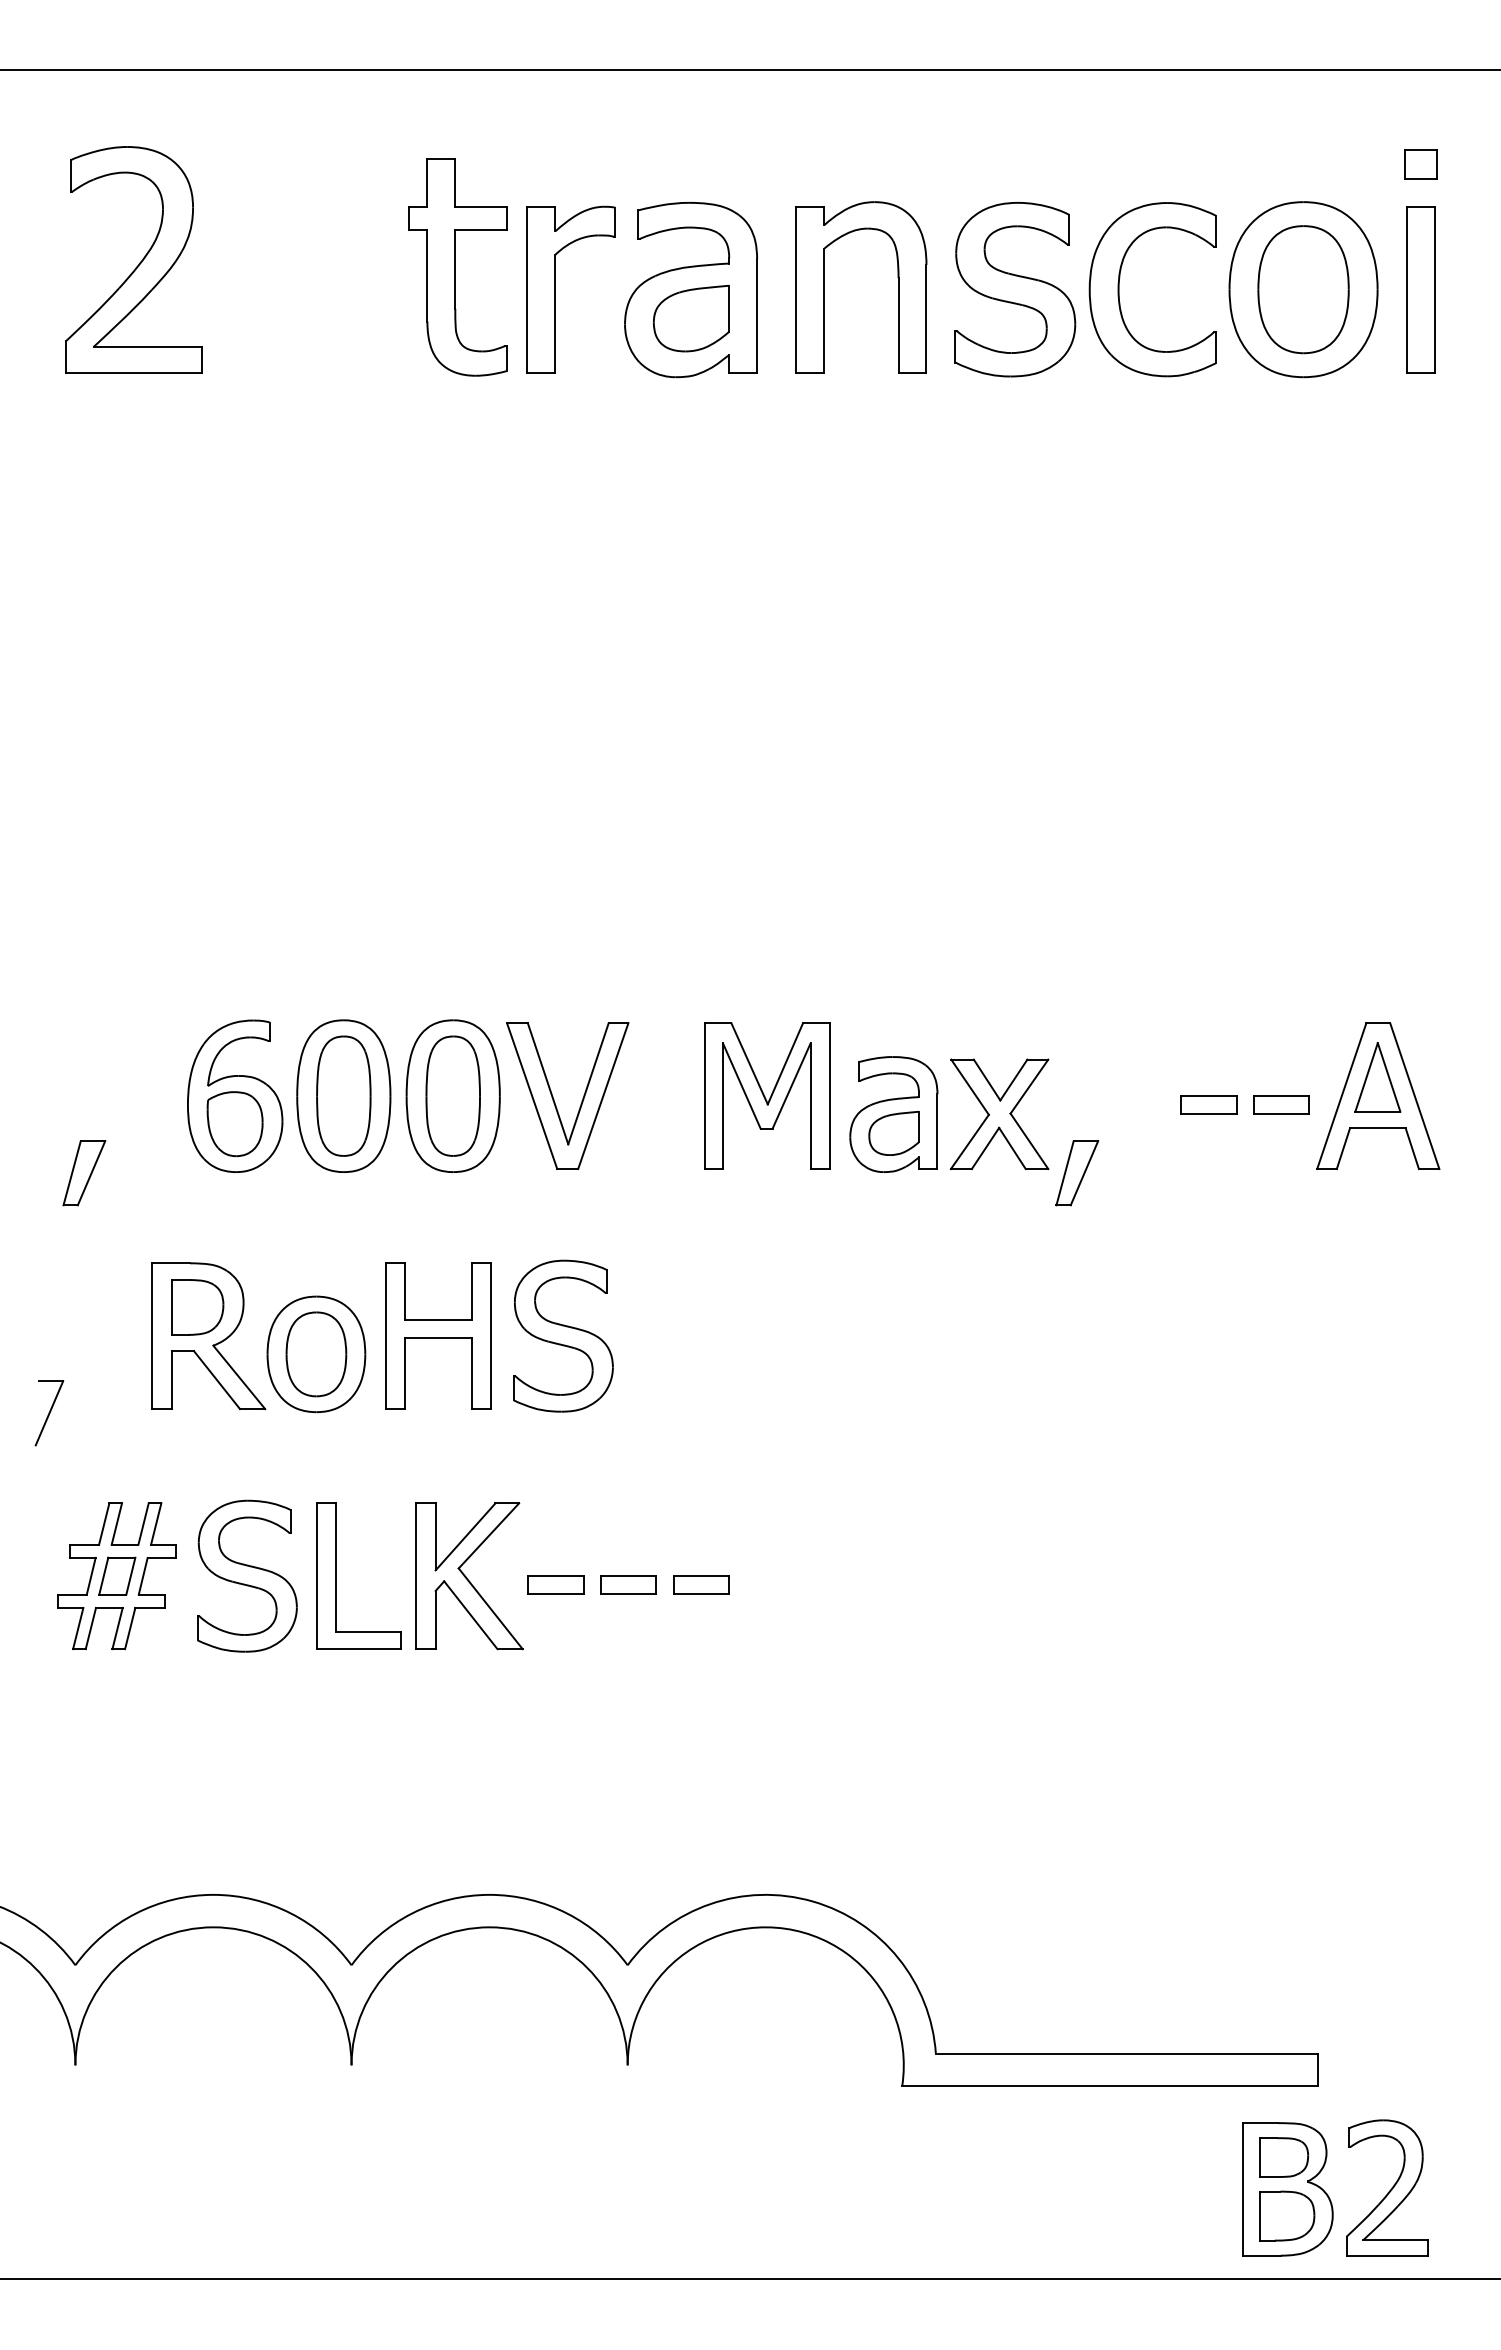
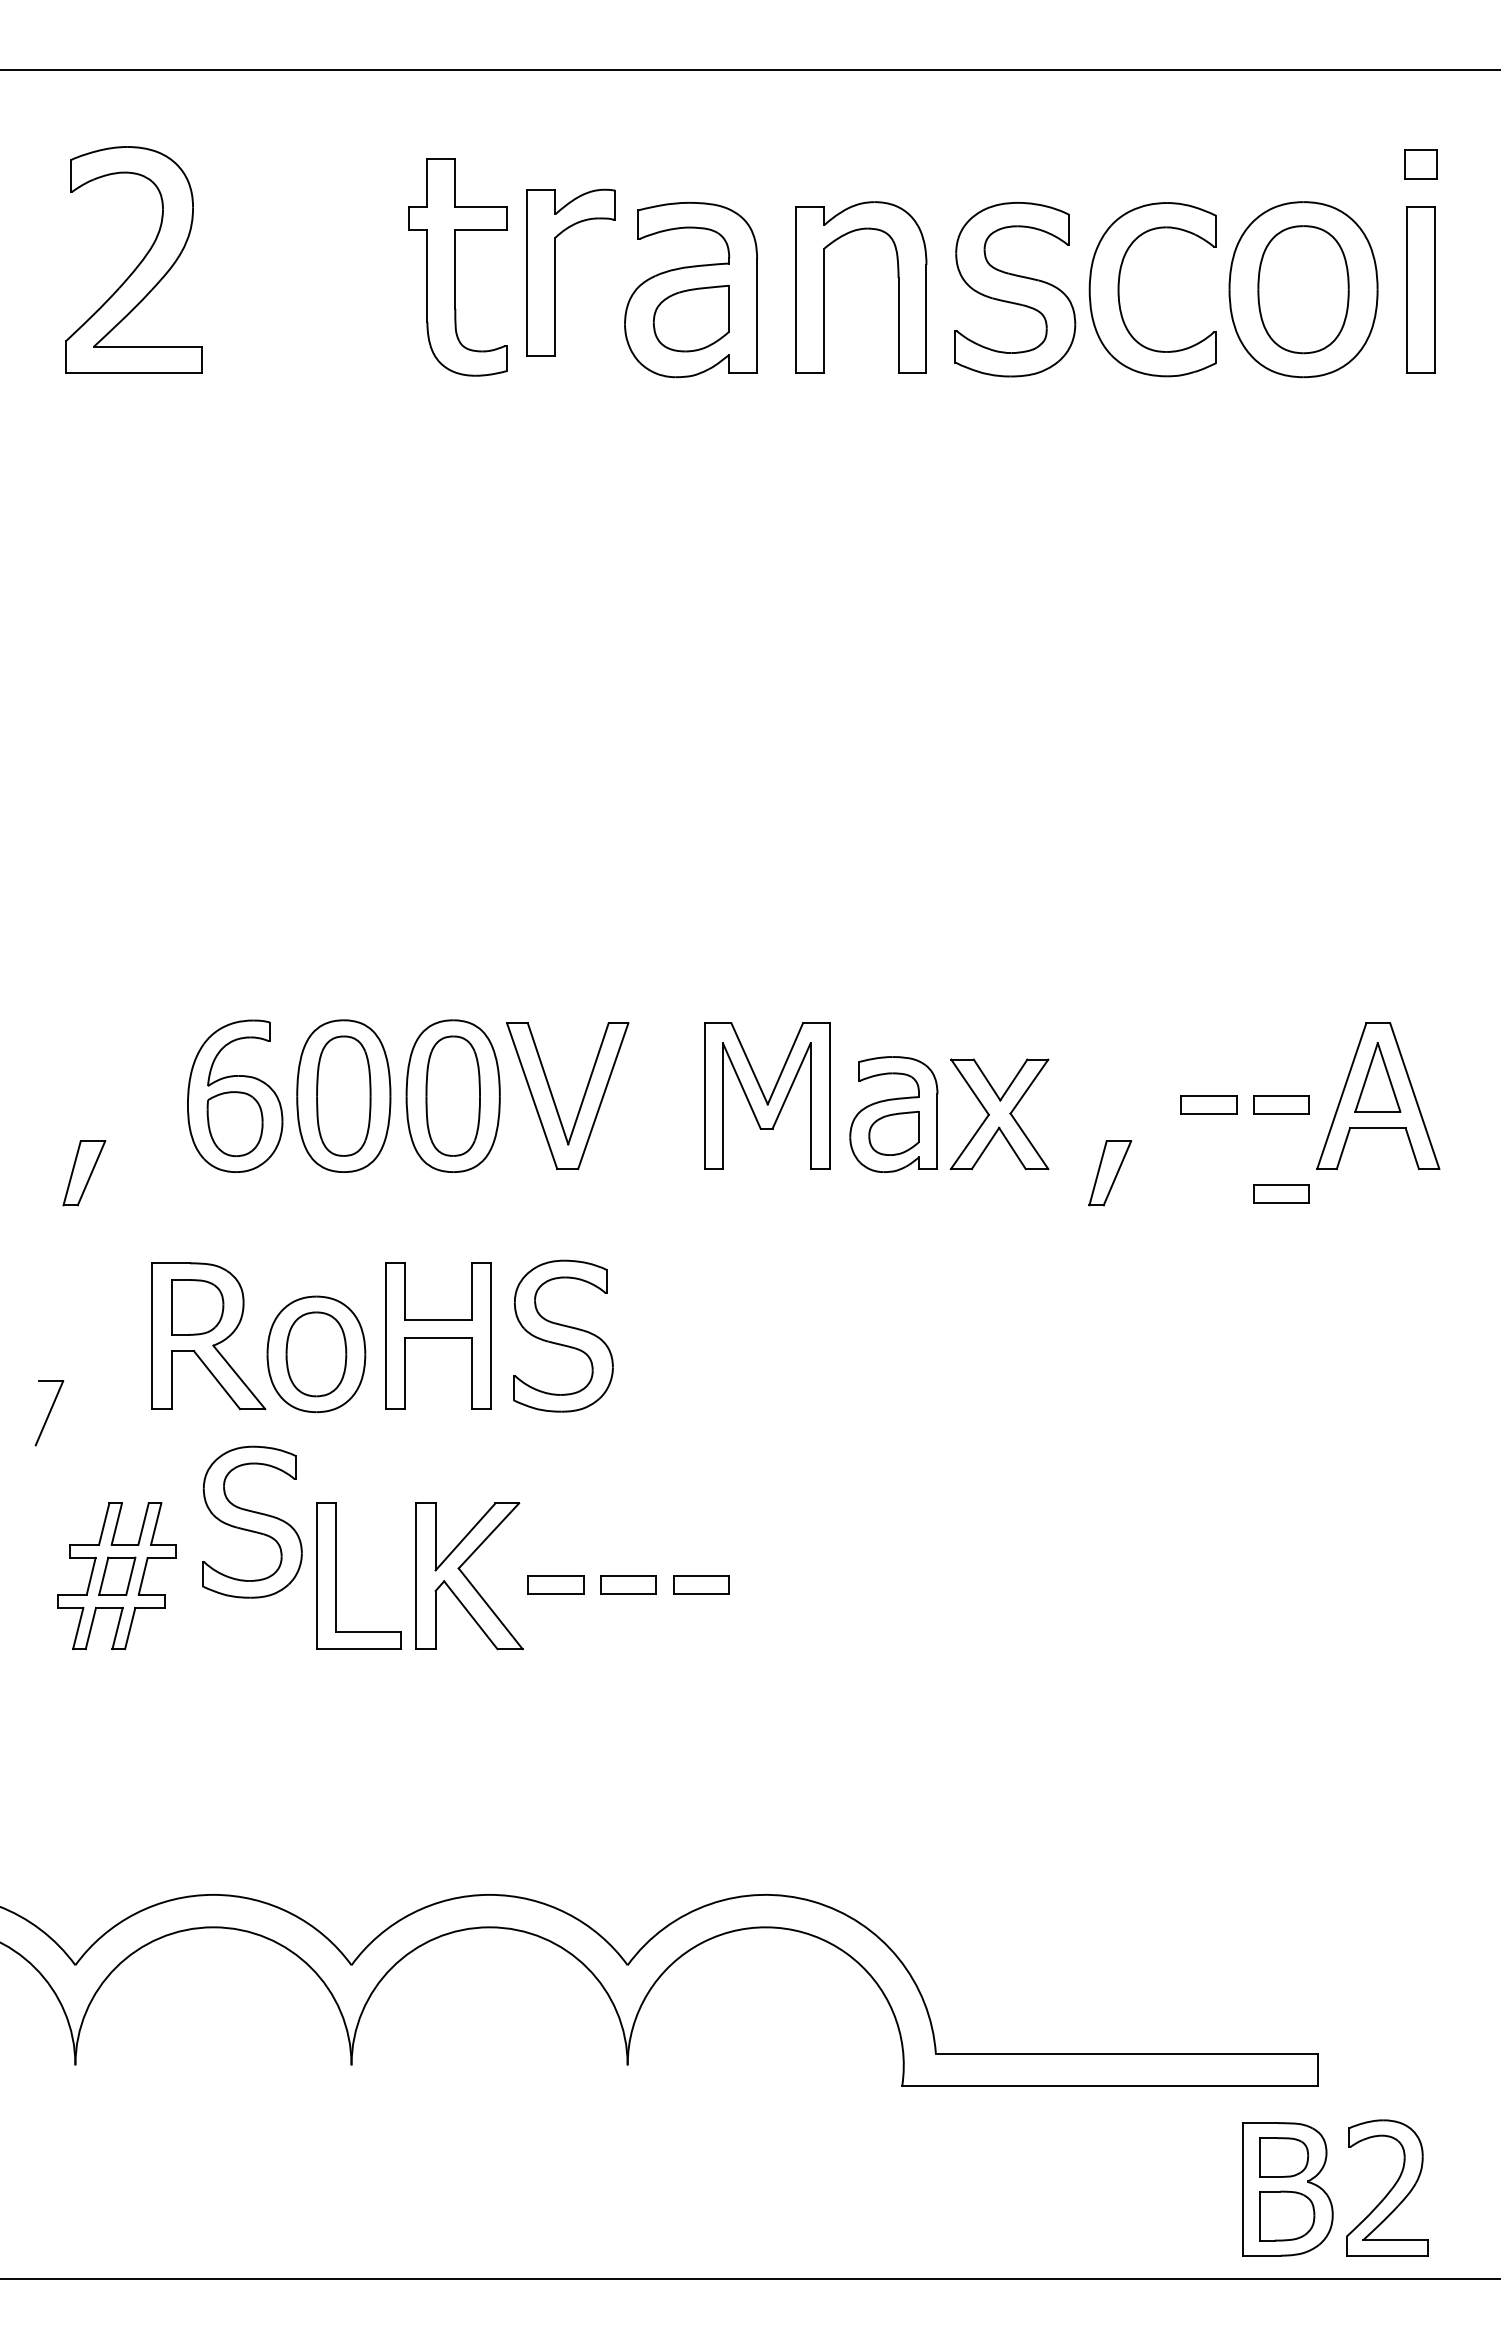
part at (555, 289) position: (555, 289) -> (555, 272)
part at (1077, 1173) position: (1077, 1173) -> (1110, 1173)
part at (1281, 1193): none -> present
part at (247, 1575) position: (247, 1575) -> (252, 1521)
